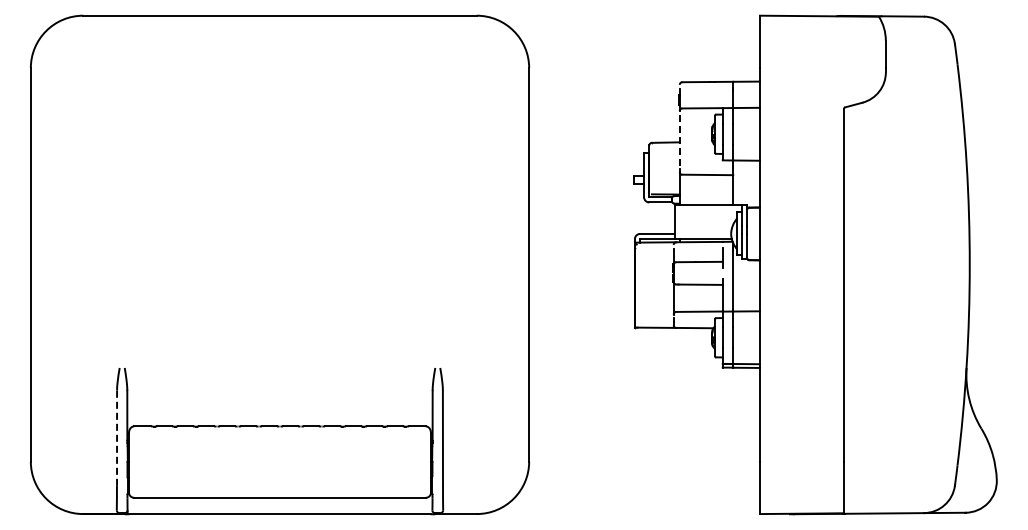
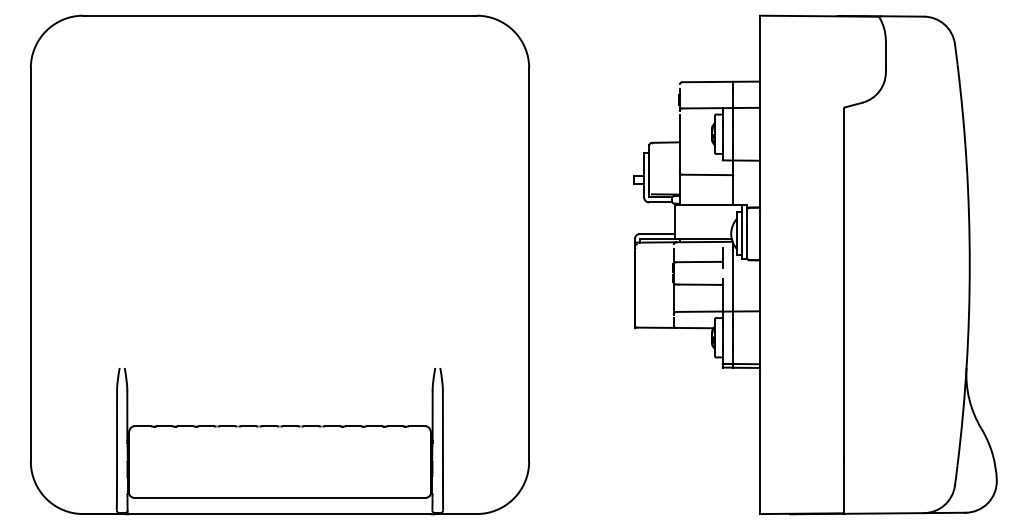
line at (679, 141): dashed -> solid
line at (117, 438): dashed -> solid
